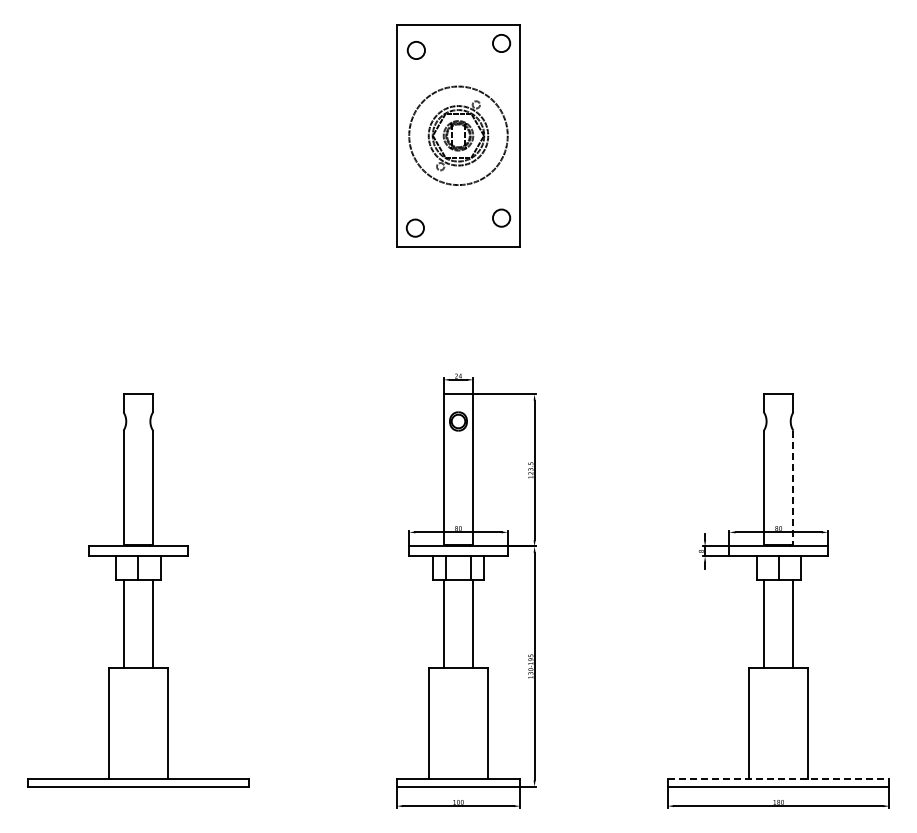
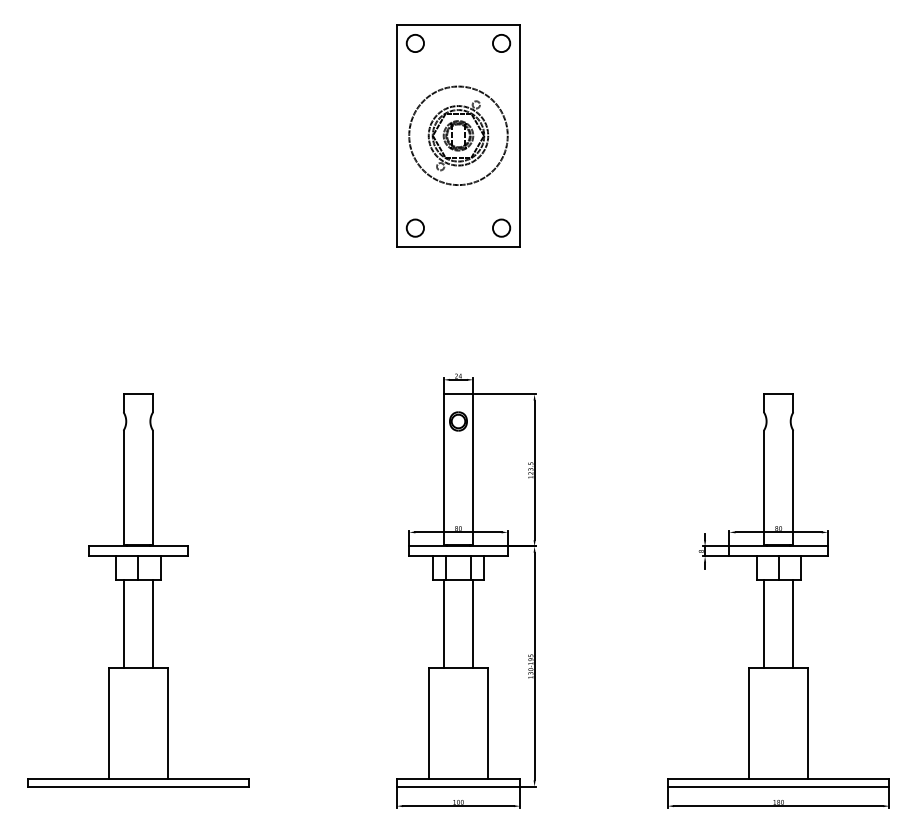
circle at (415, 50) position: (415, 50) -> (414, 43)
circle at (501, 217) position: (501, 217) -> (501, 227)
line at (793, 487): dashed -> solid
line at (778, 779): dashed -> solid
